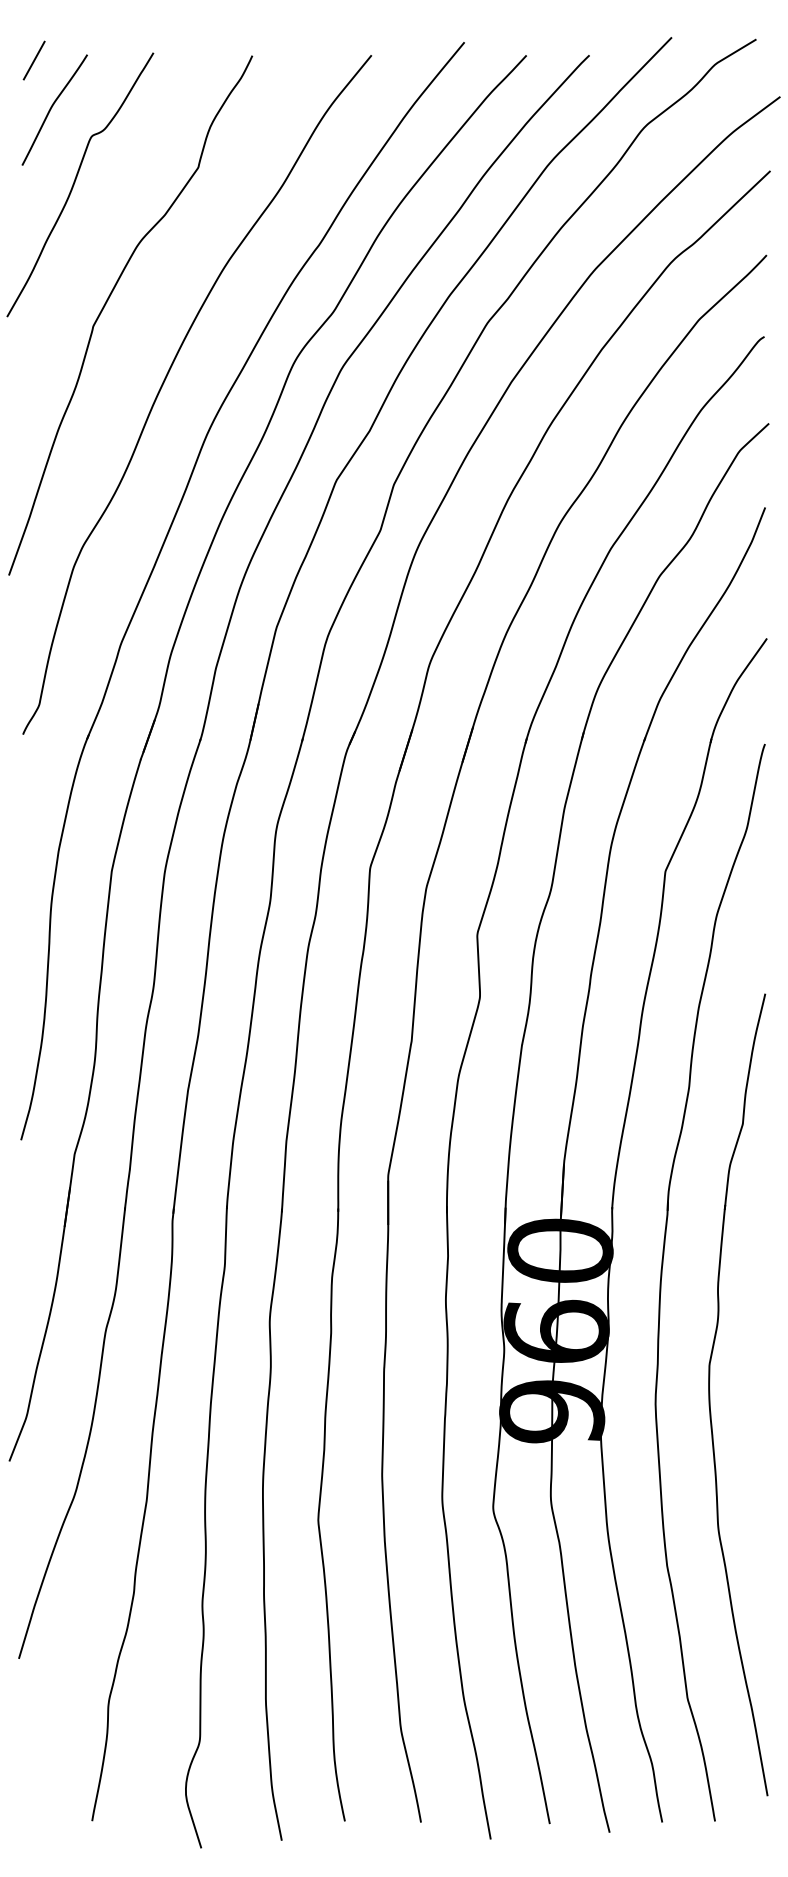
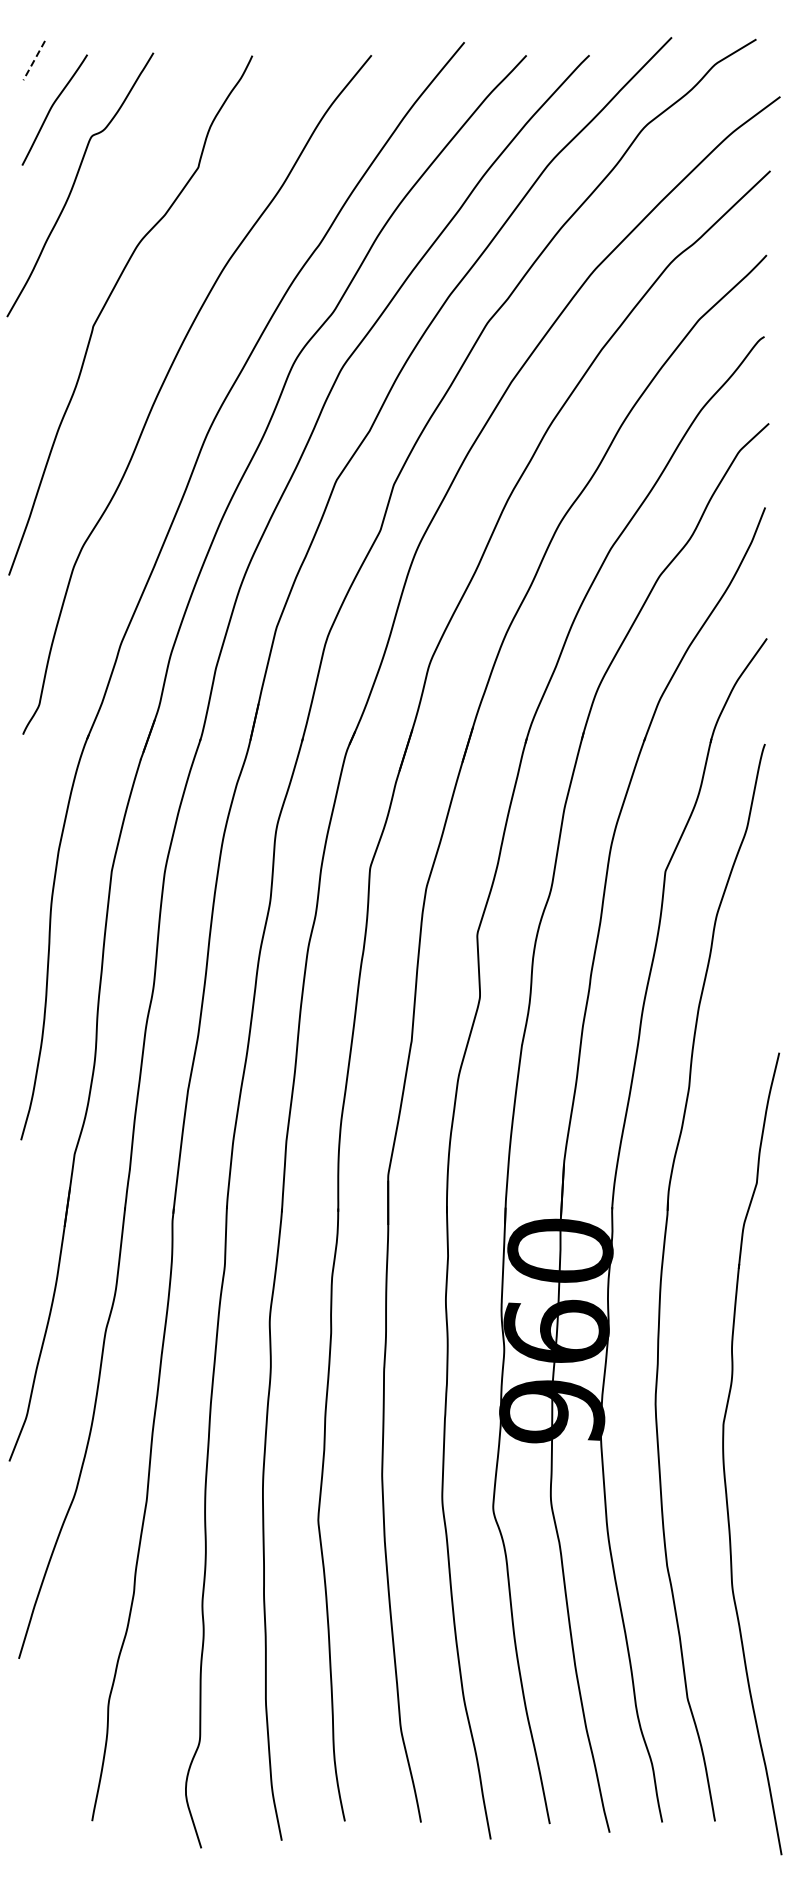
line at (34, 61): solid -> dashed
part at (710, 1394) position: (710, 1394) -> (724, 1453)
